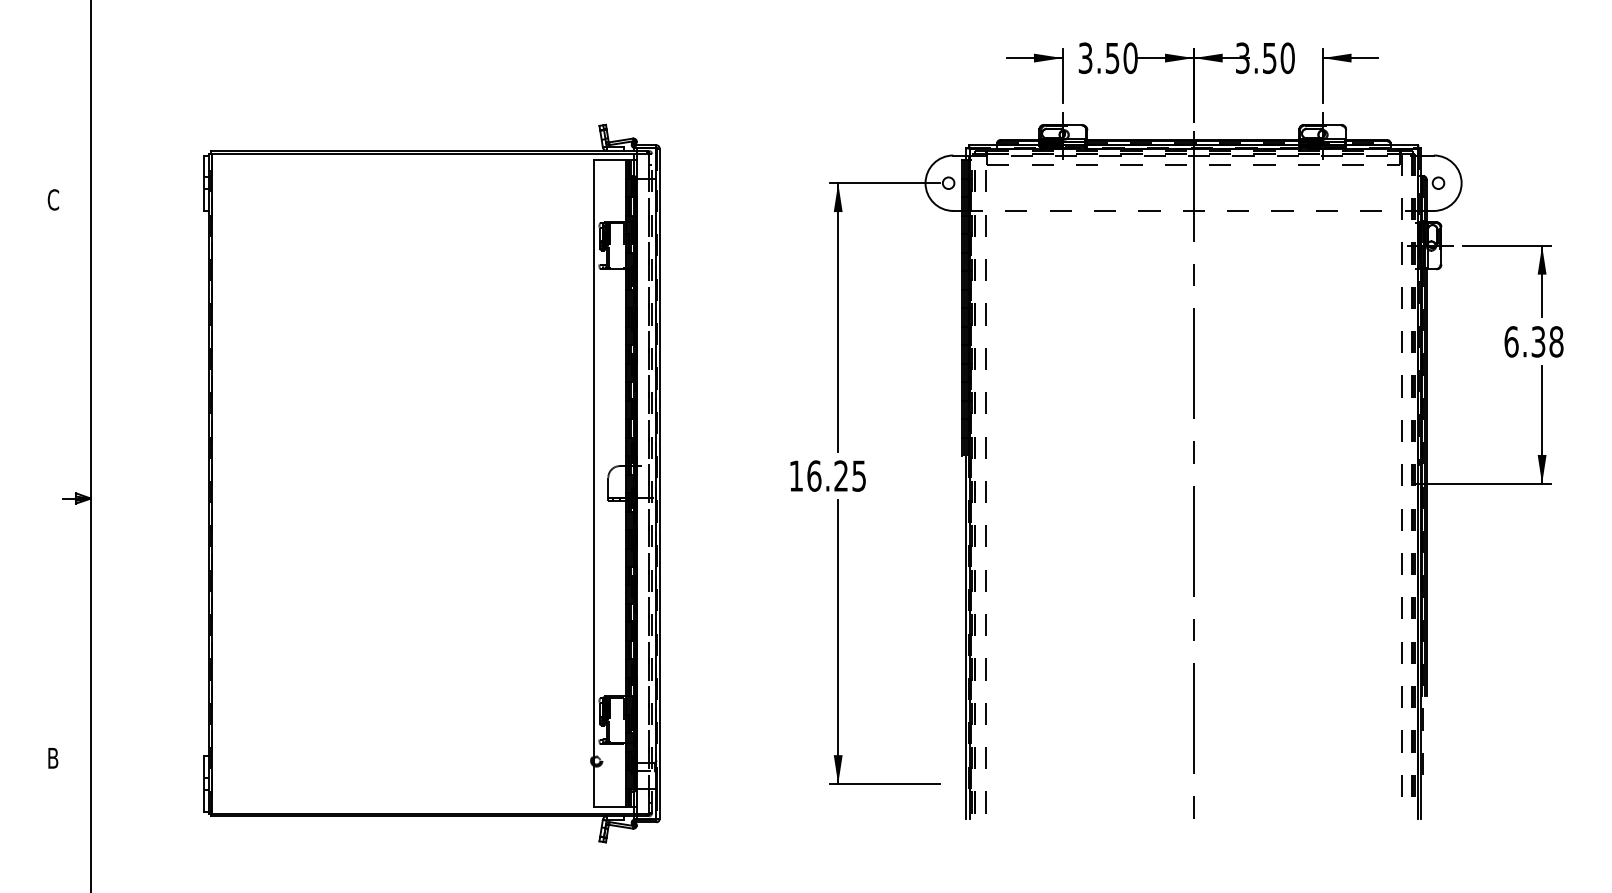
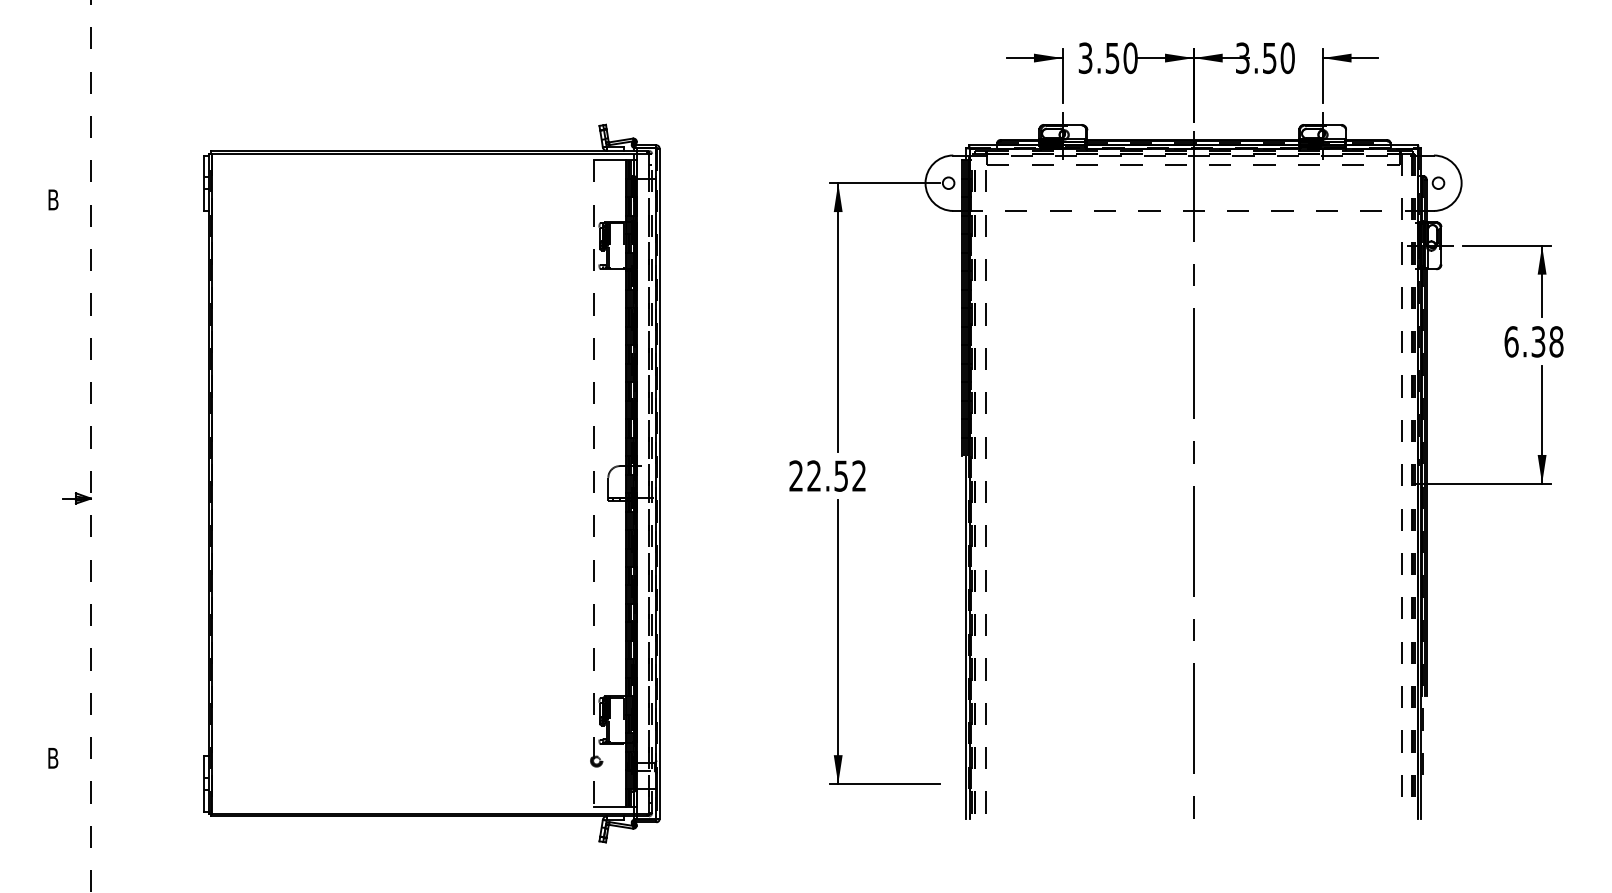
text at (53, 199): C -> B
line at (90, 446): solid -> dashed
text at (827, 475): 16.25 -> 22.52
line at (594, 483): solid -> dashed
